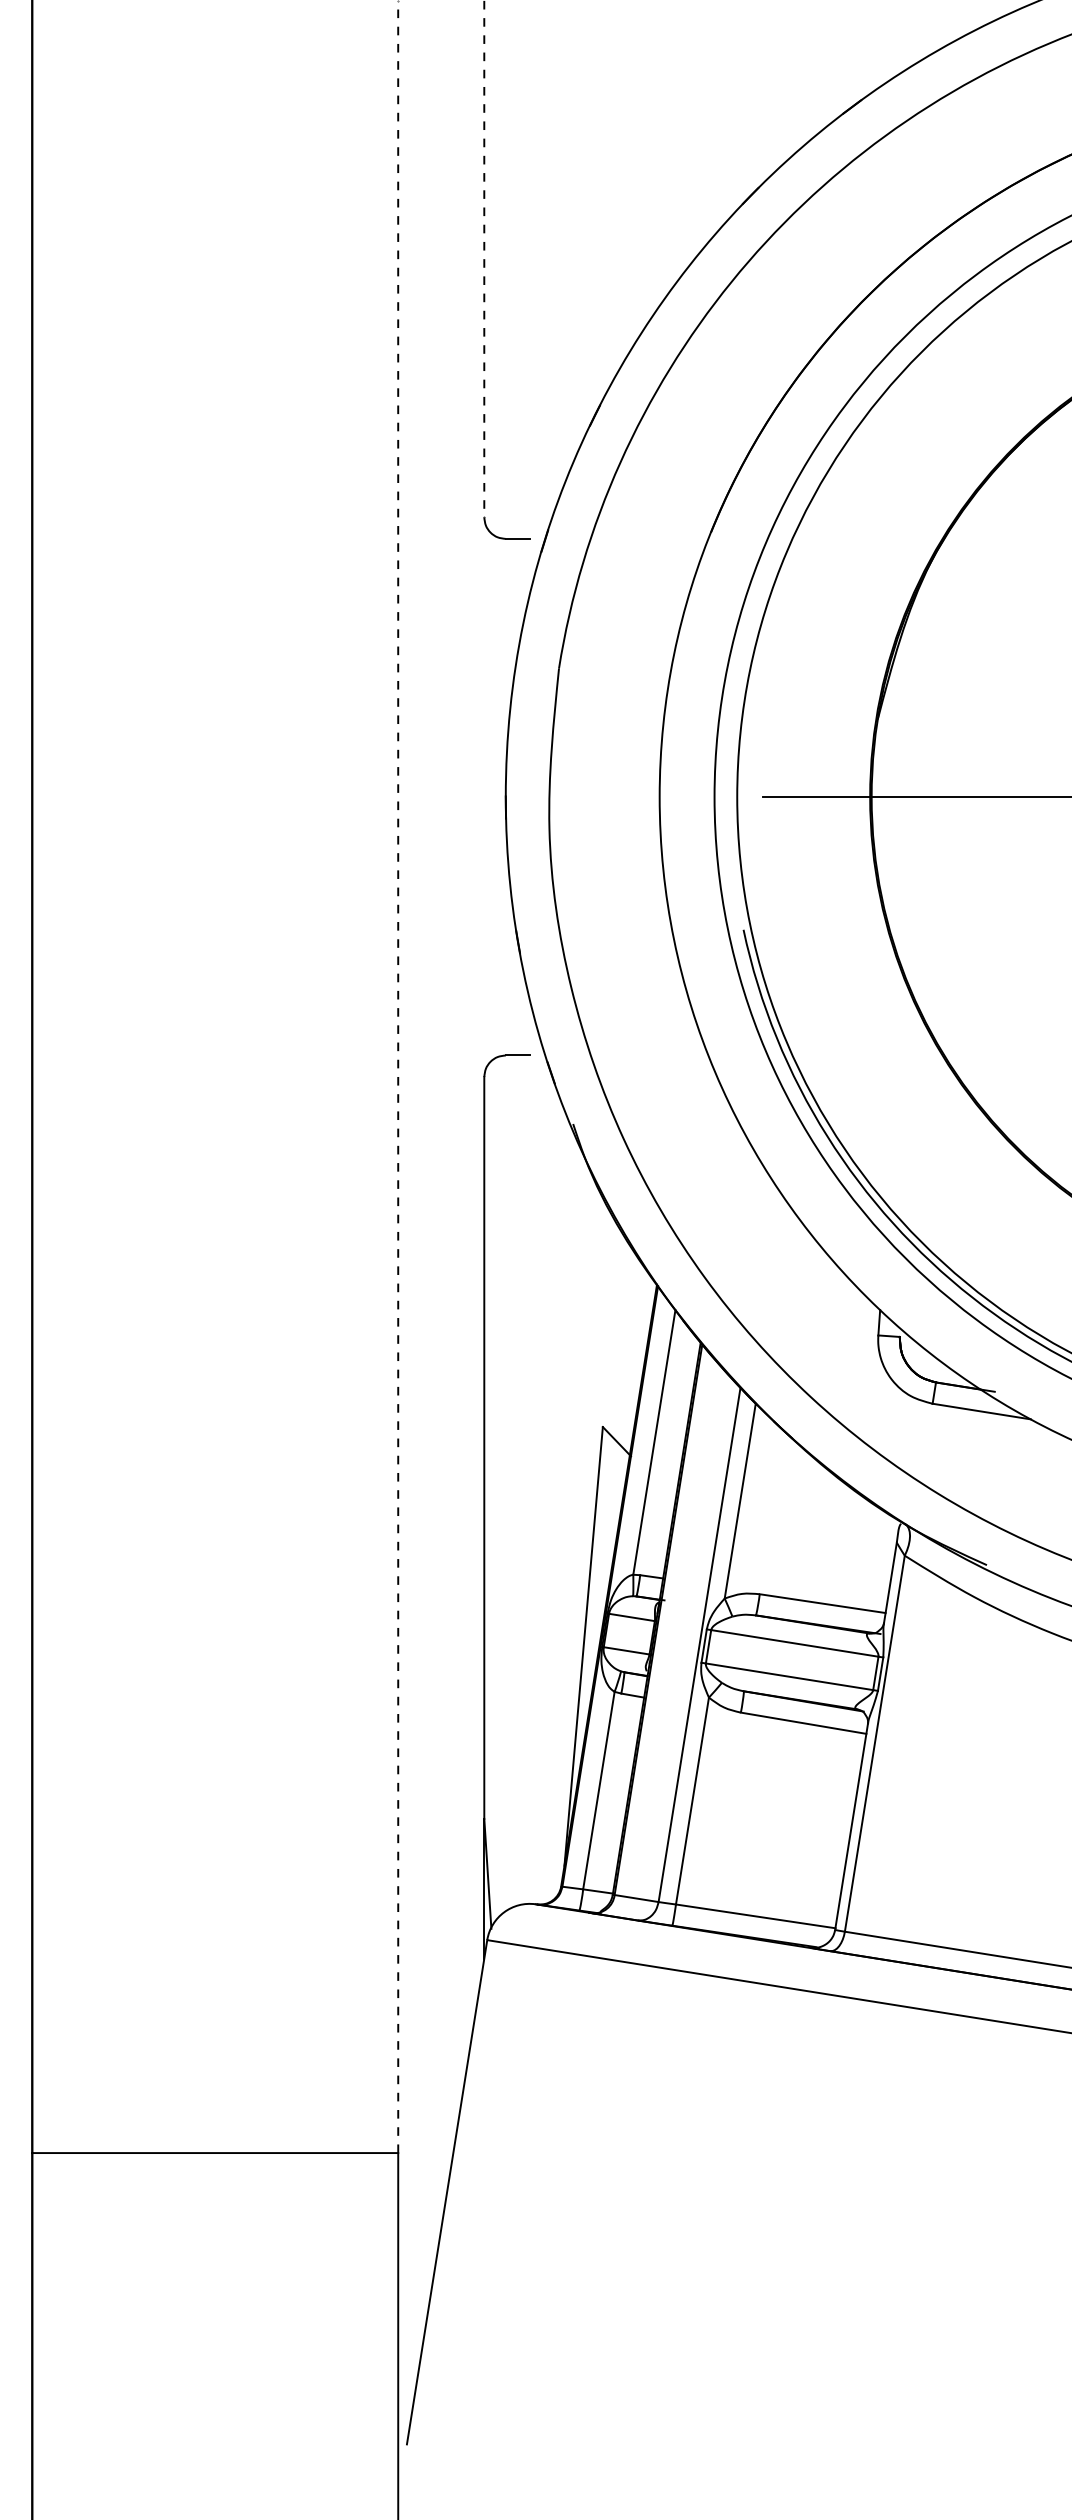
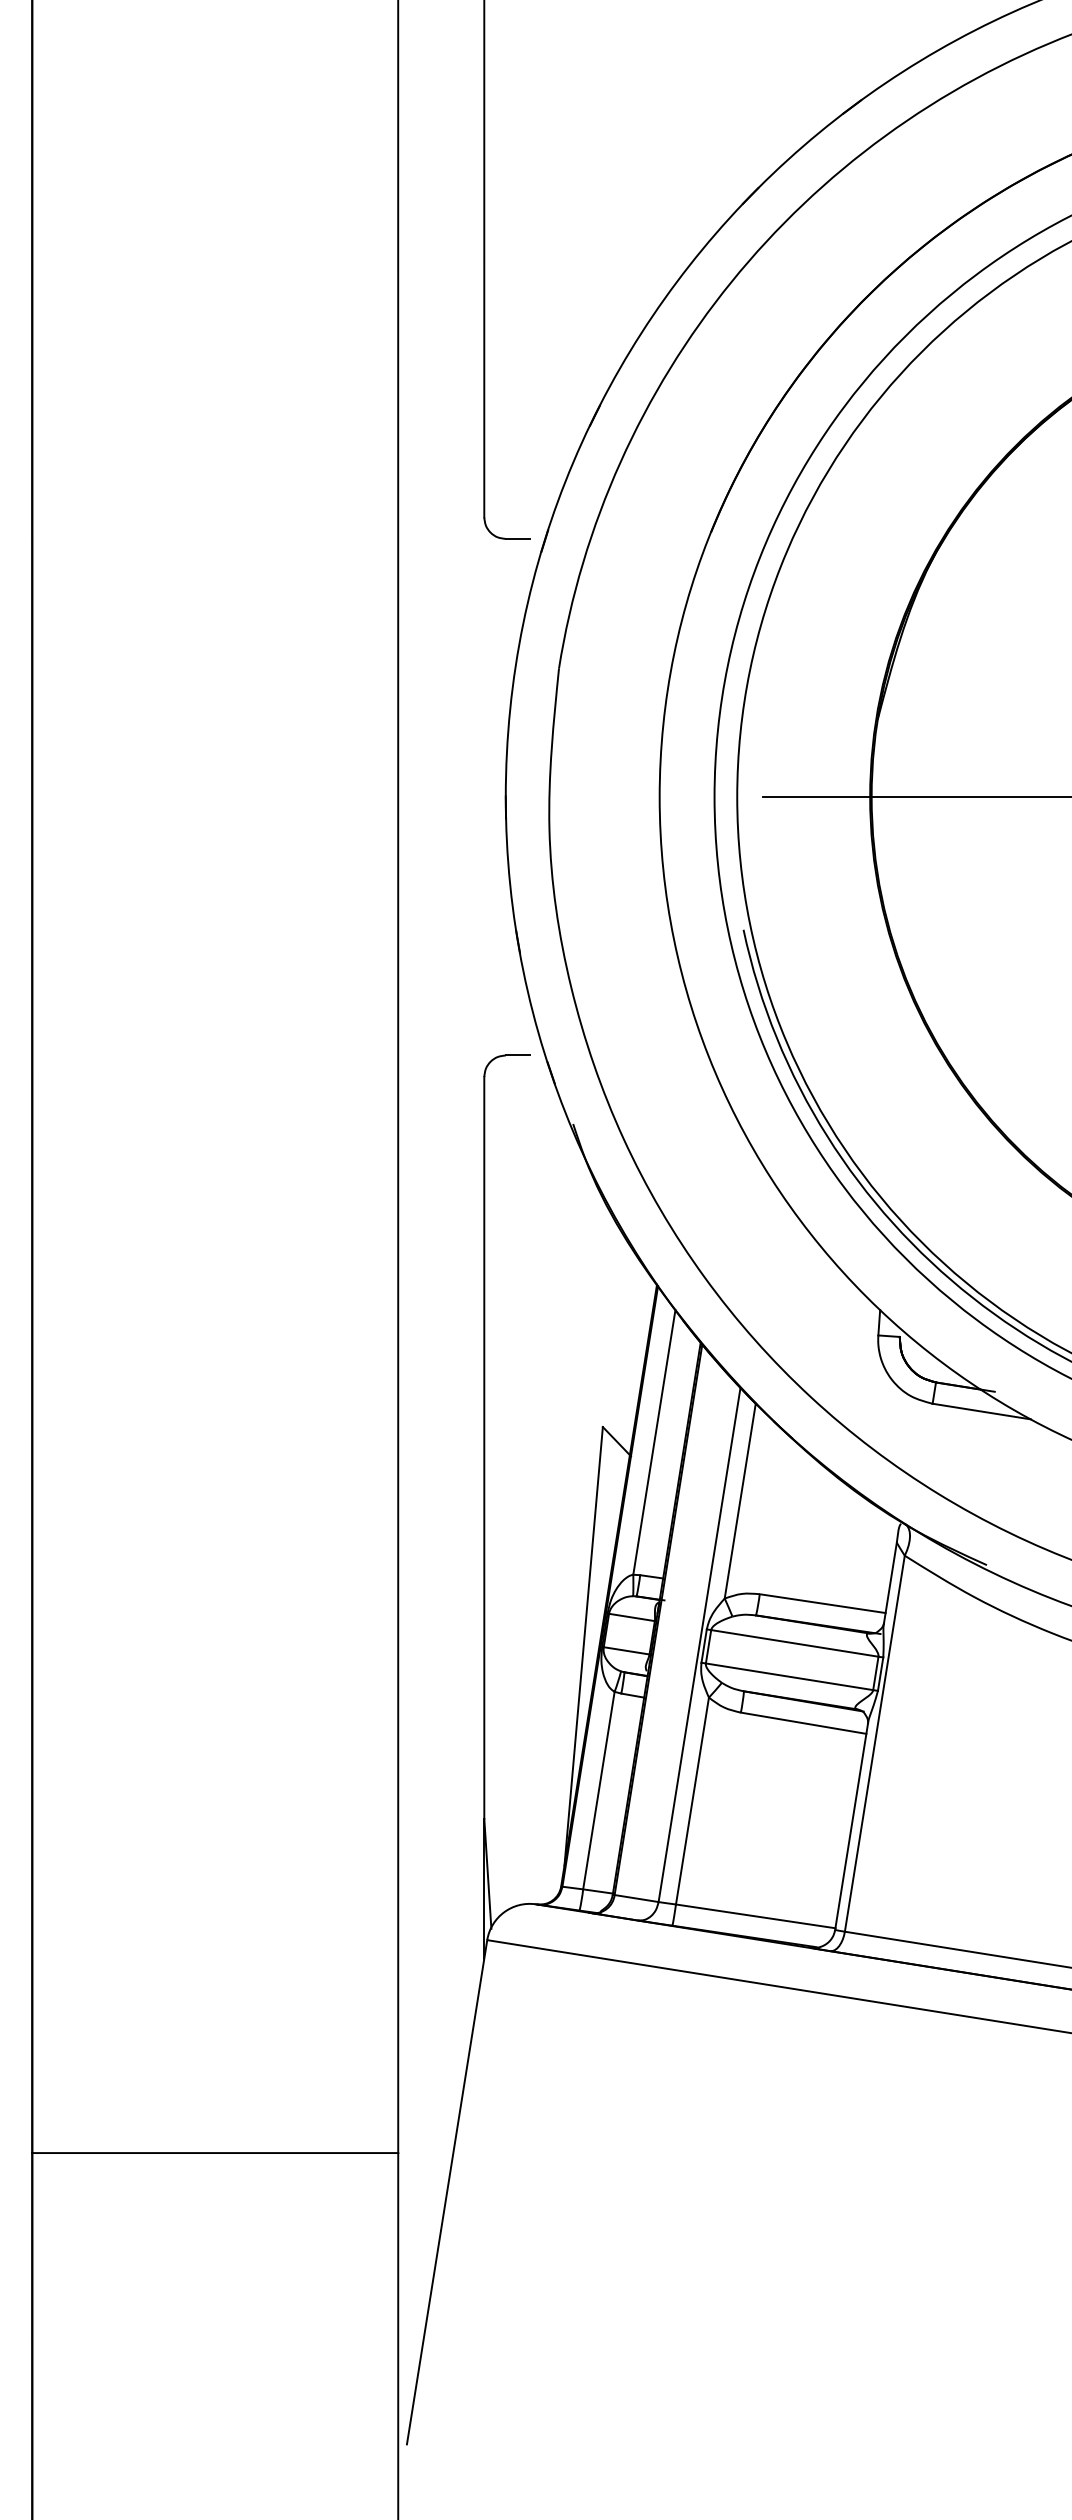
line at (484, 259): dashed -> solid
line at (398, 1076): dashed -> solid
